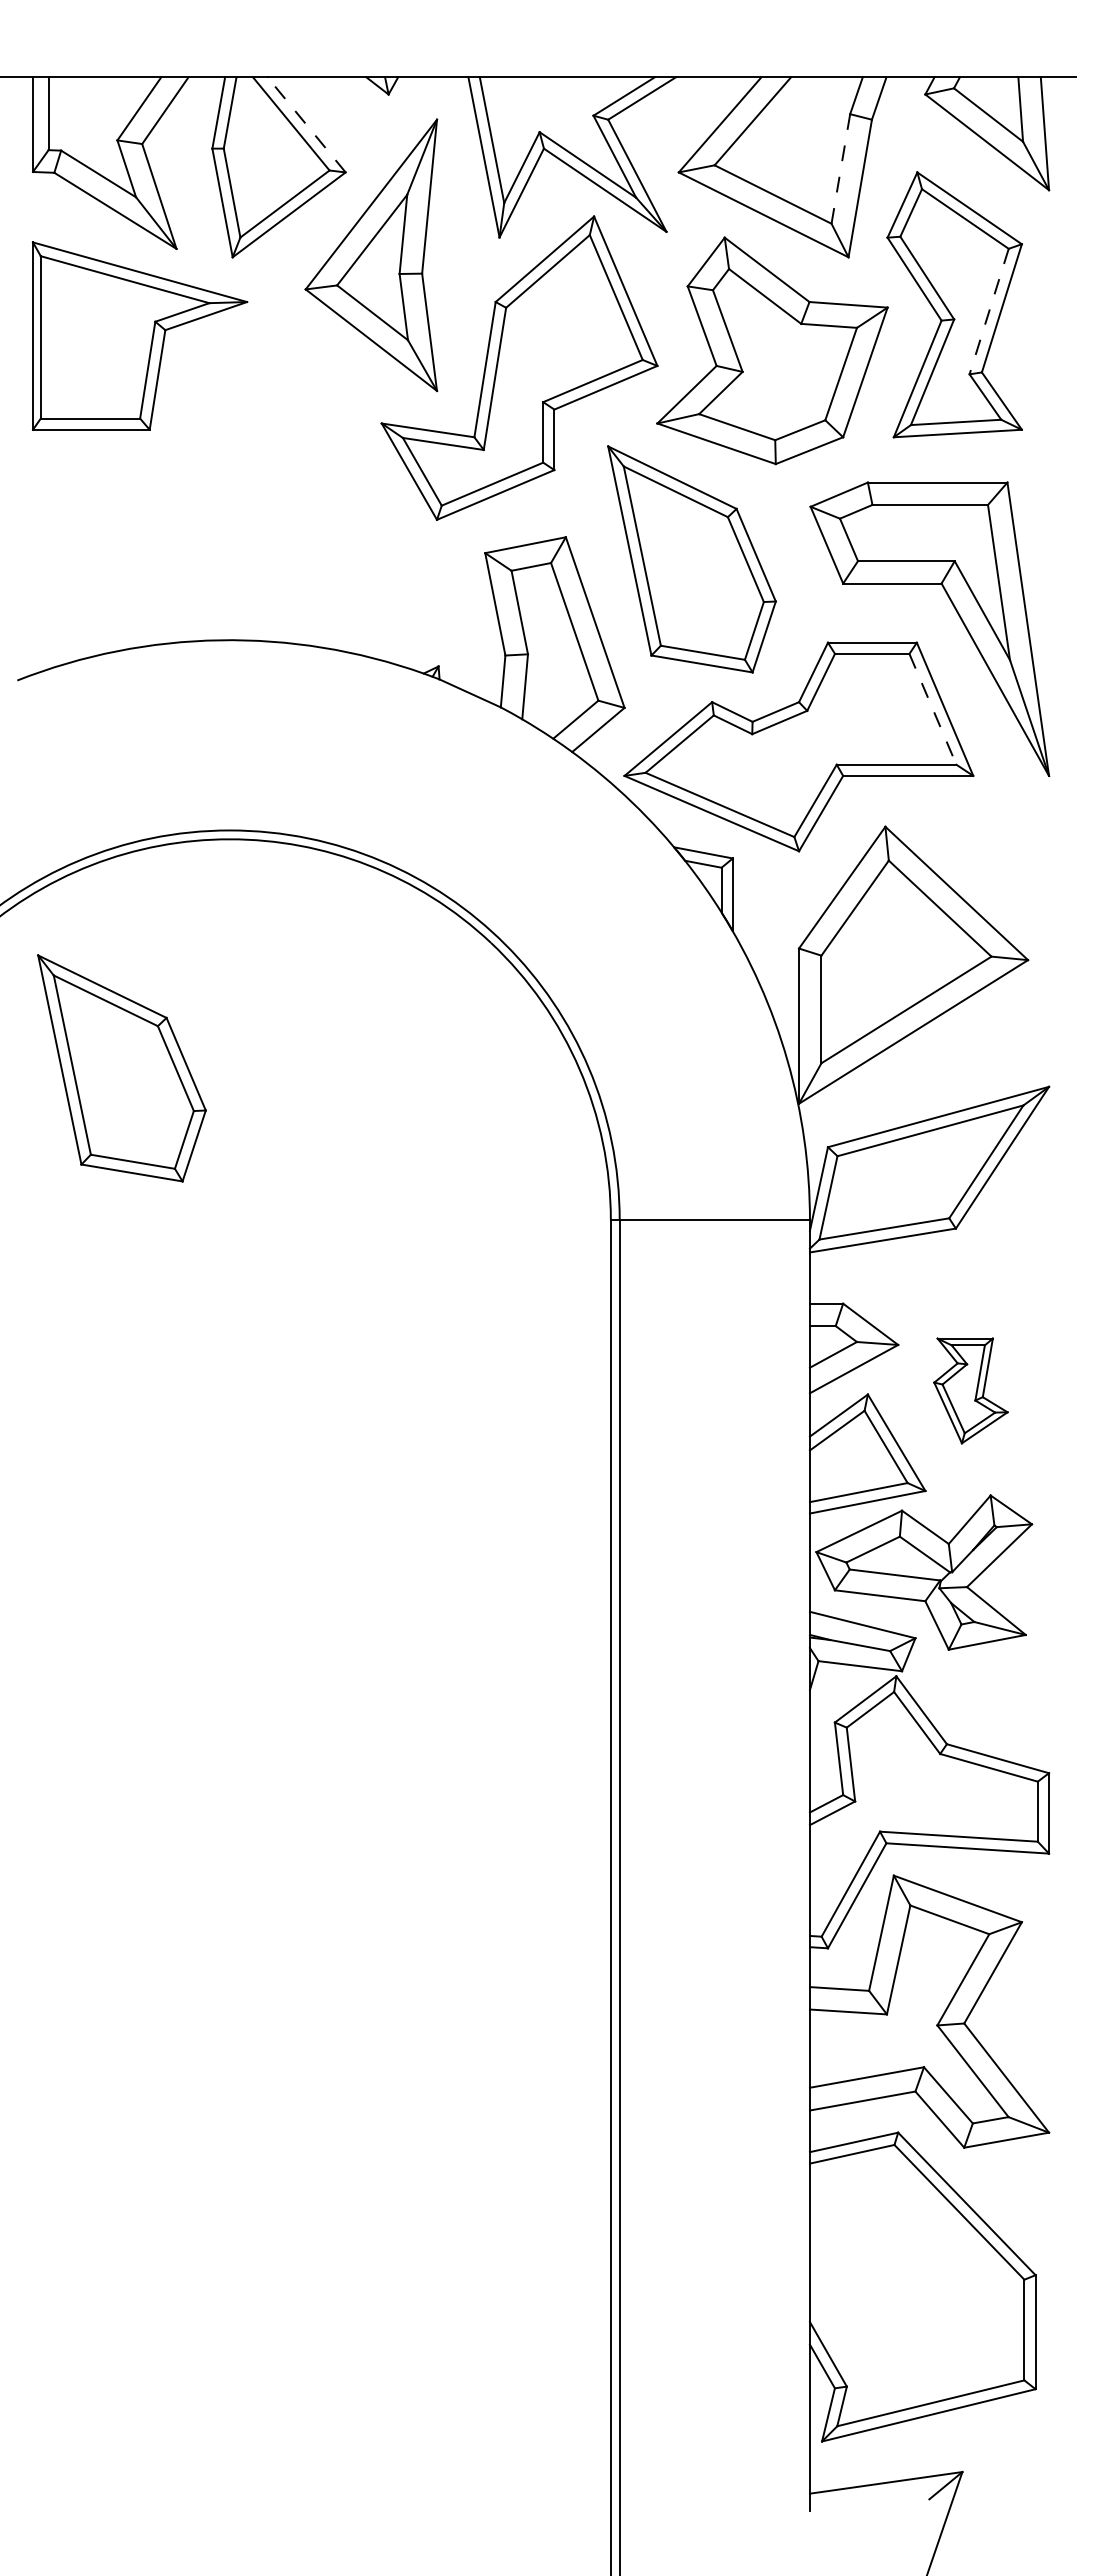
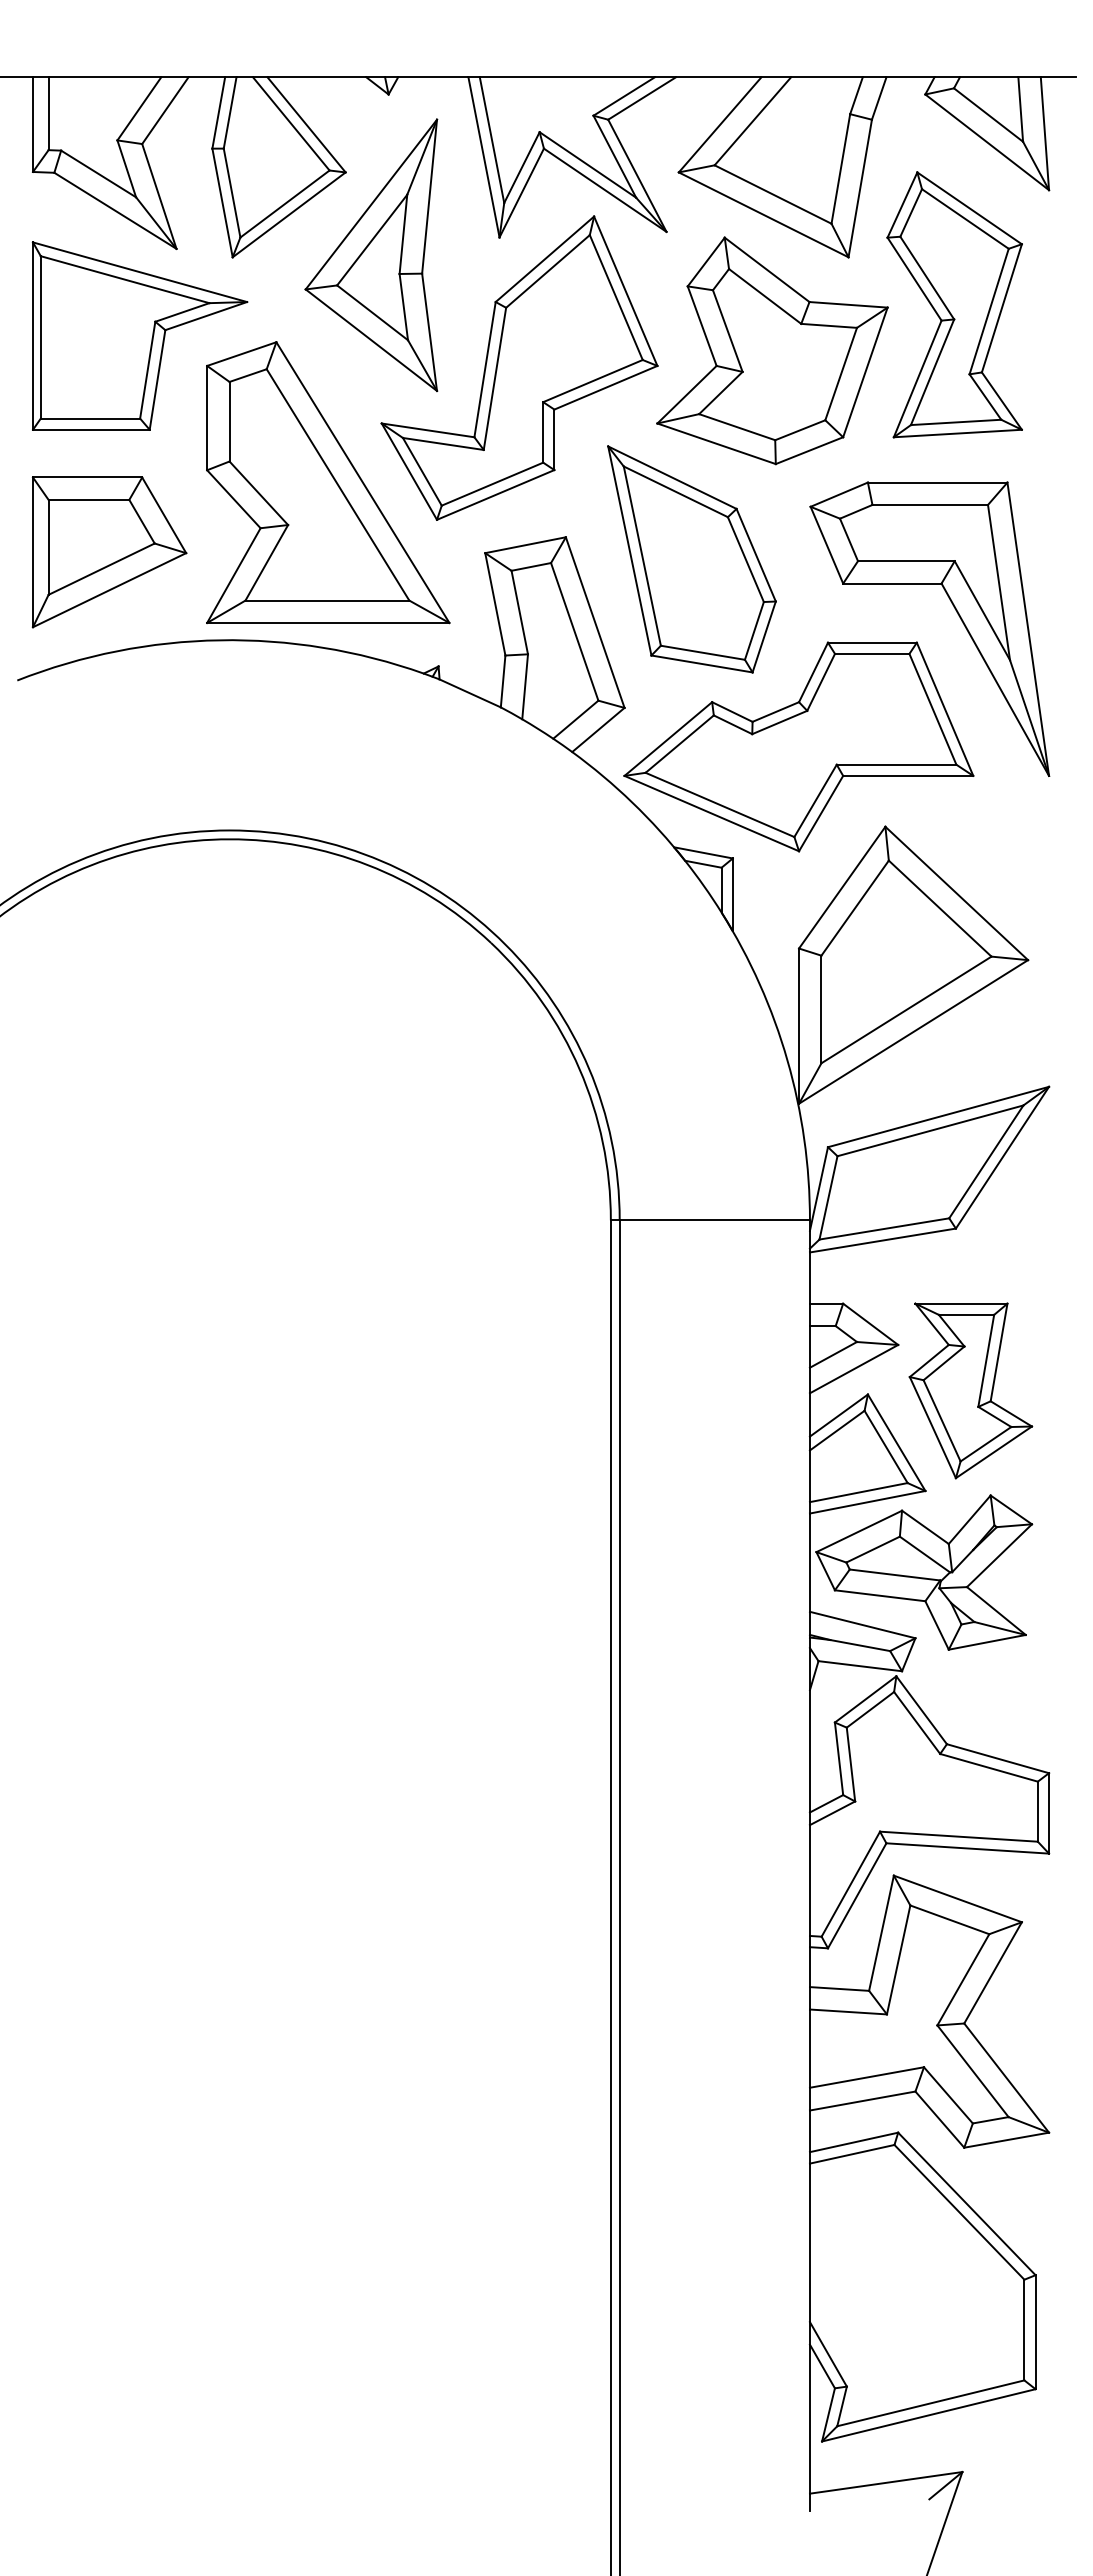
line at (306, 124): dashed -> solid
line at (840, 168): dashed -> solid
line at (989, 311): dashed -> solid
part at (328, 482): none -> present
part at (109, 552): none -> present
line at (933, 709): dashed -> solid
part at (121, 1068): present -> none
part at (970, 1390) size: 76x108 px -> 126x178 px
